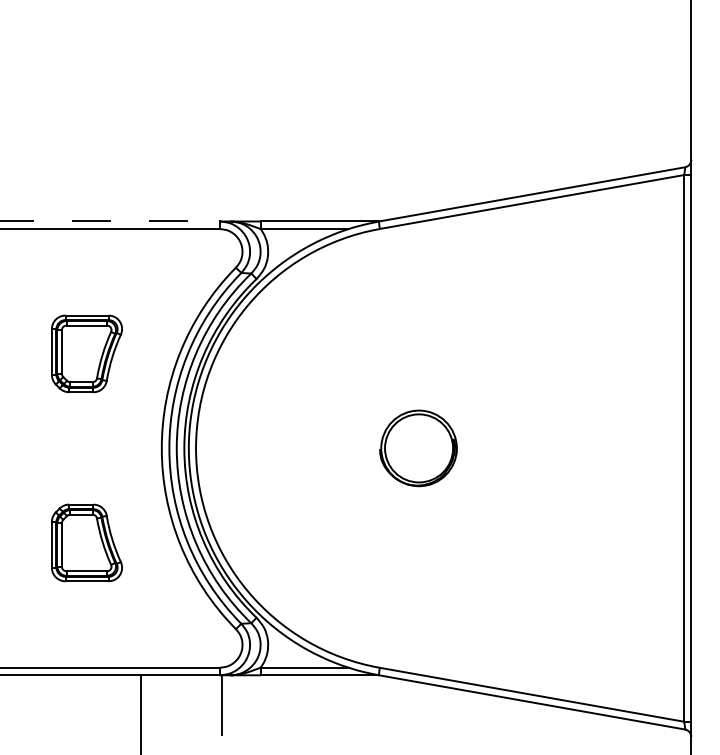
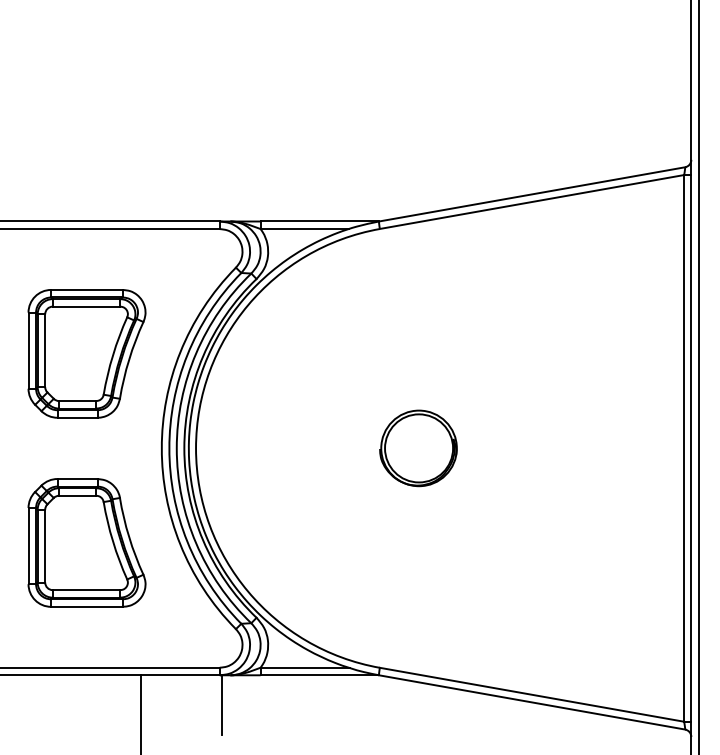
line at (110, 221): dashed -> solid
part at (86, 353) size: 72x80 px -> 120x130 px
line at (698, 376): none -> present
part at (86, 542) size: 72x80 px -> 120x130 px
